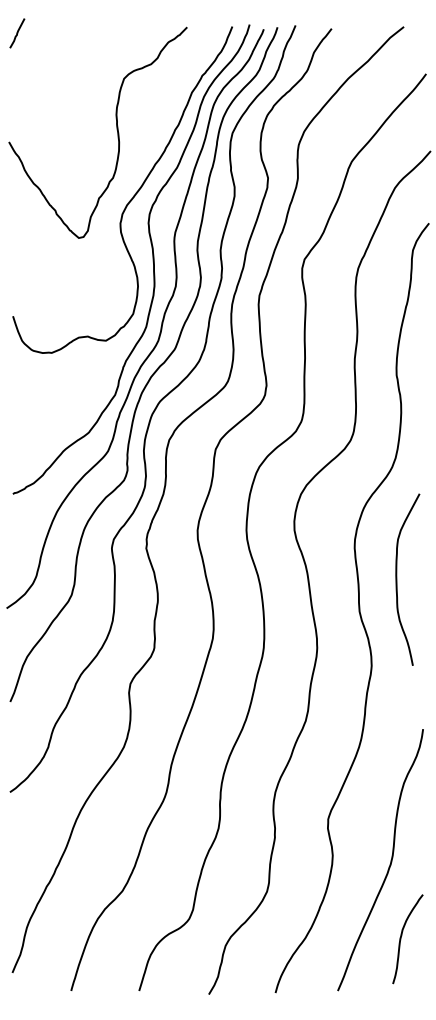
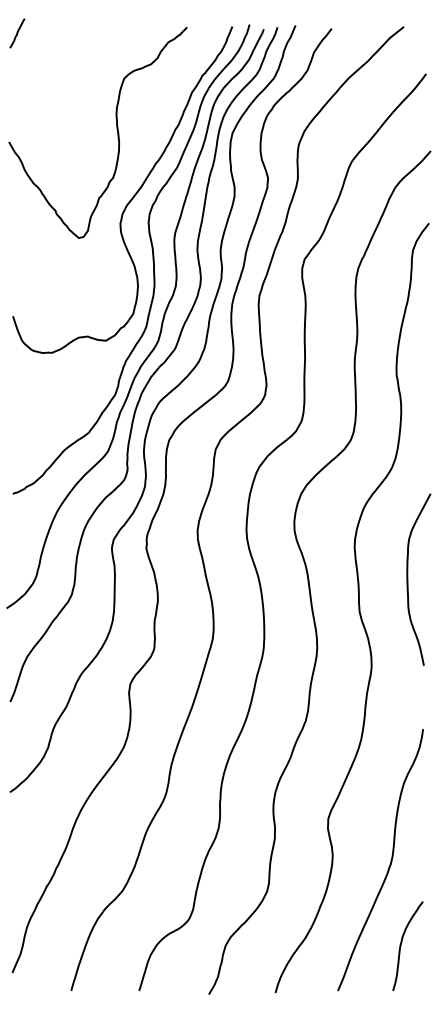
curve at (397, 579) position: (397, 579) -> (408, 579)
curve at (401, 939) position: (401, 939) -> (401, 946)
